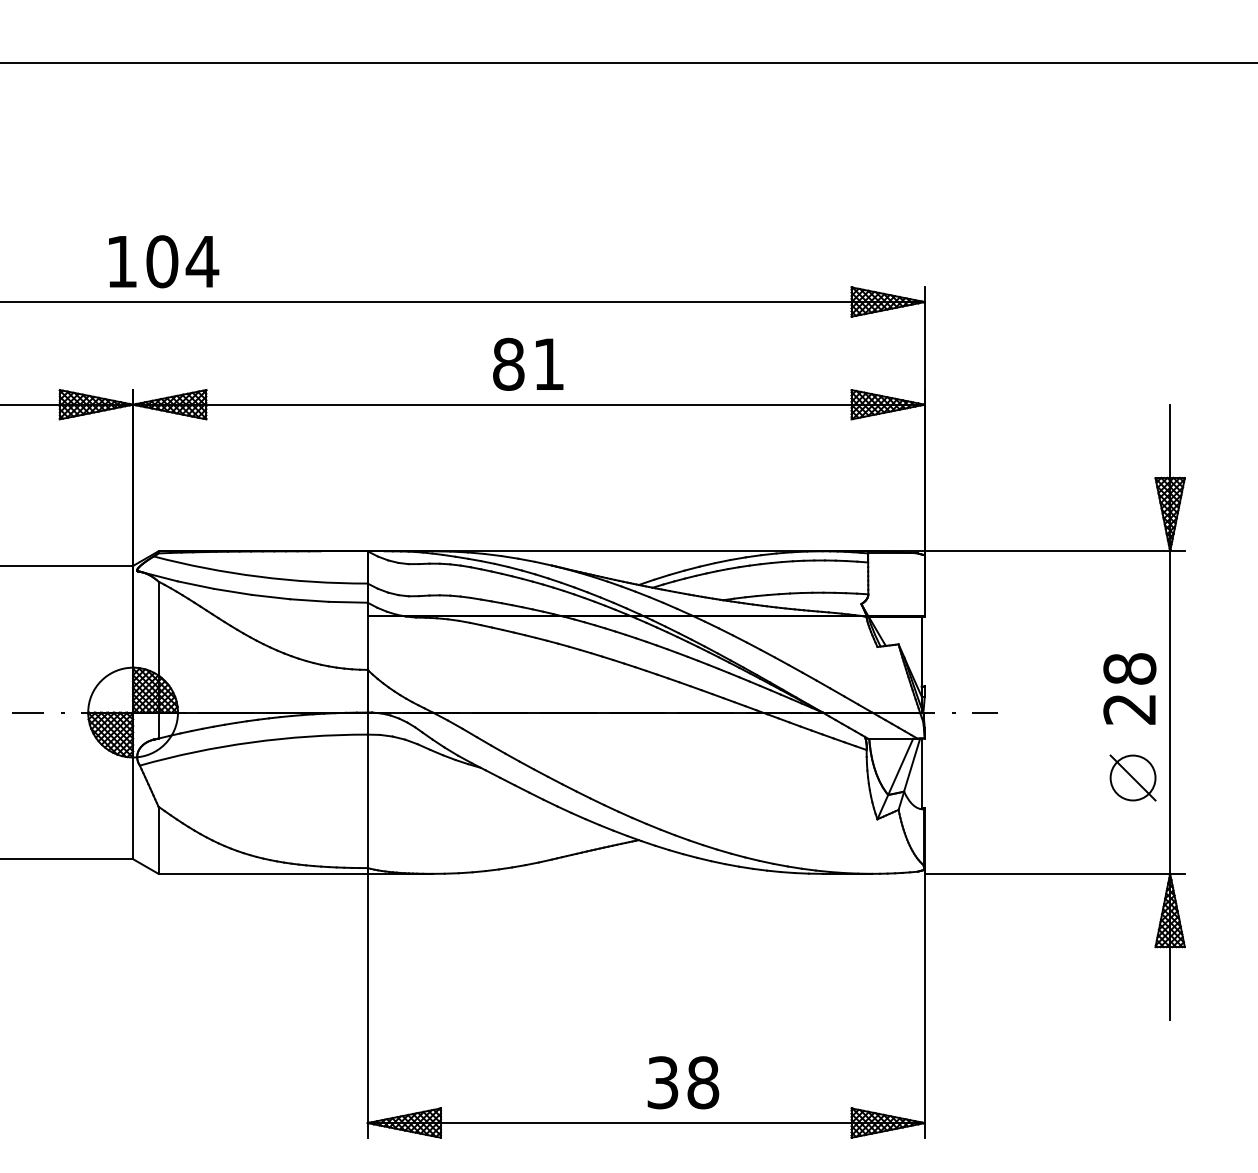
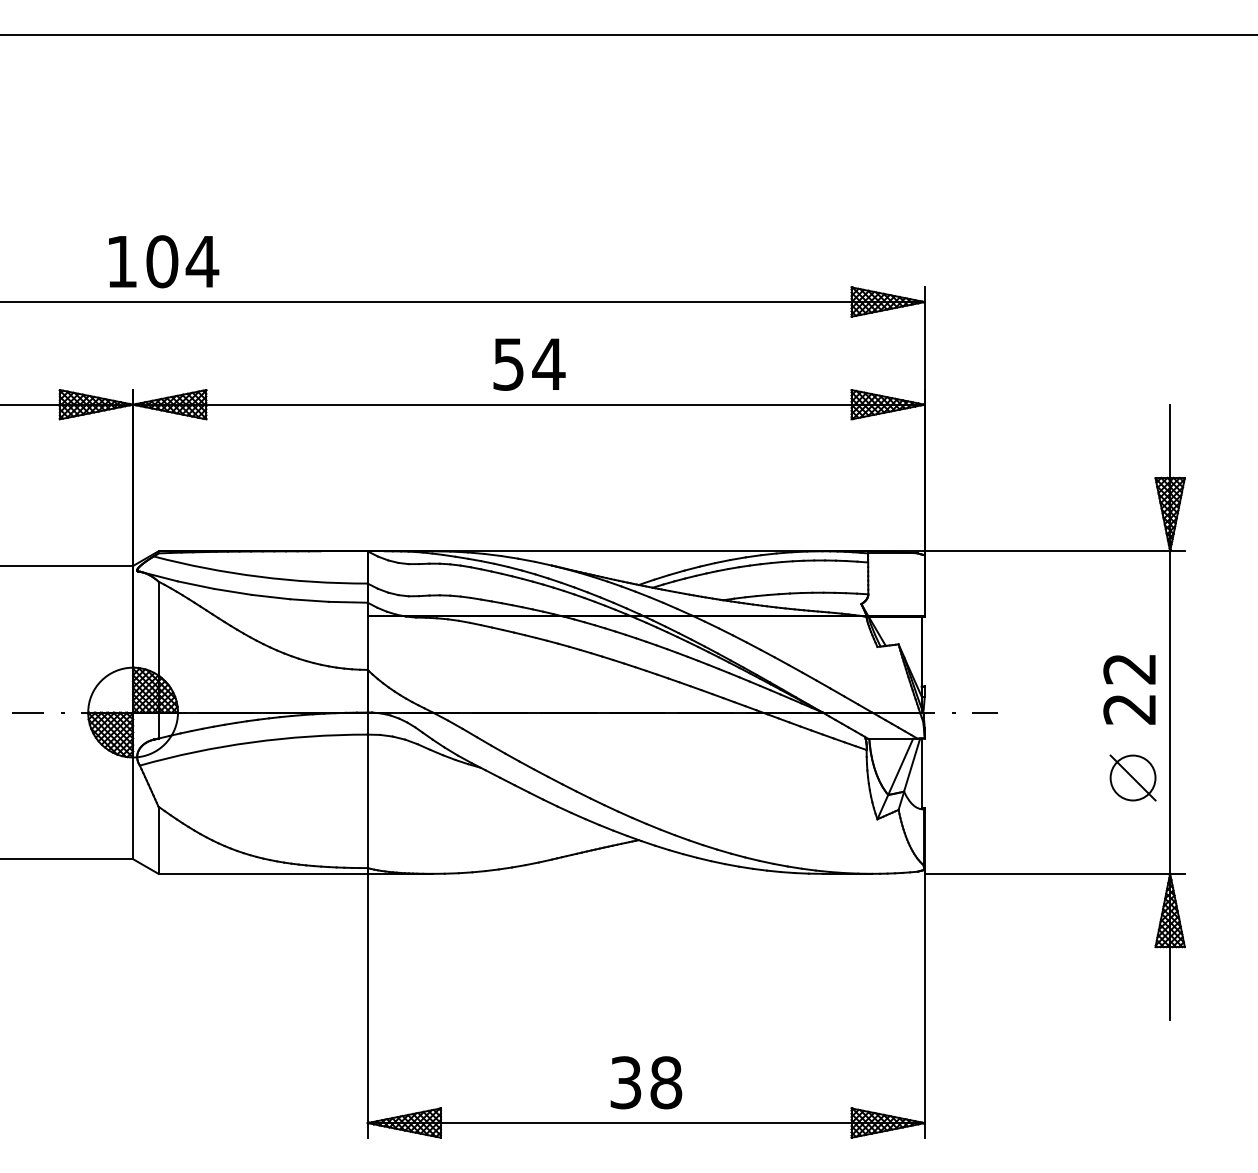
line at (628, 63) position: (628, 63) -> (628, 35)
text at (529, 363): 81 -> 54
text at (1129, 668): 28 -> 22
text at (683, 1082) position: (683, 1082) -> (646, 1082)
